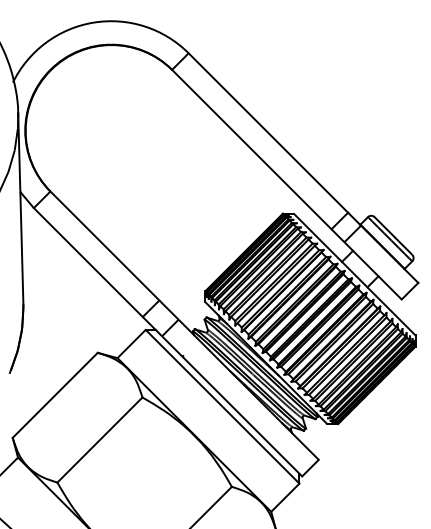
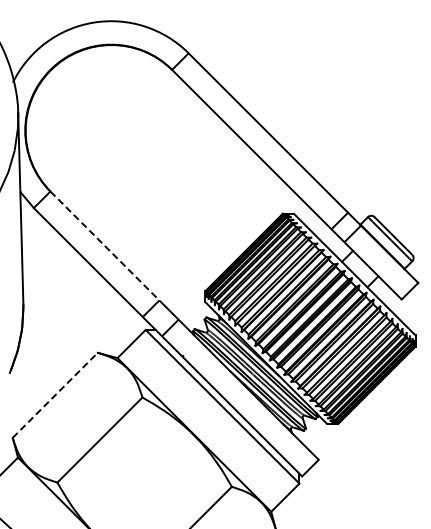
line at (105, 246): solid -> dashed
line at (55, 395): solid -> dashed
